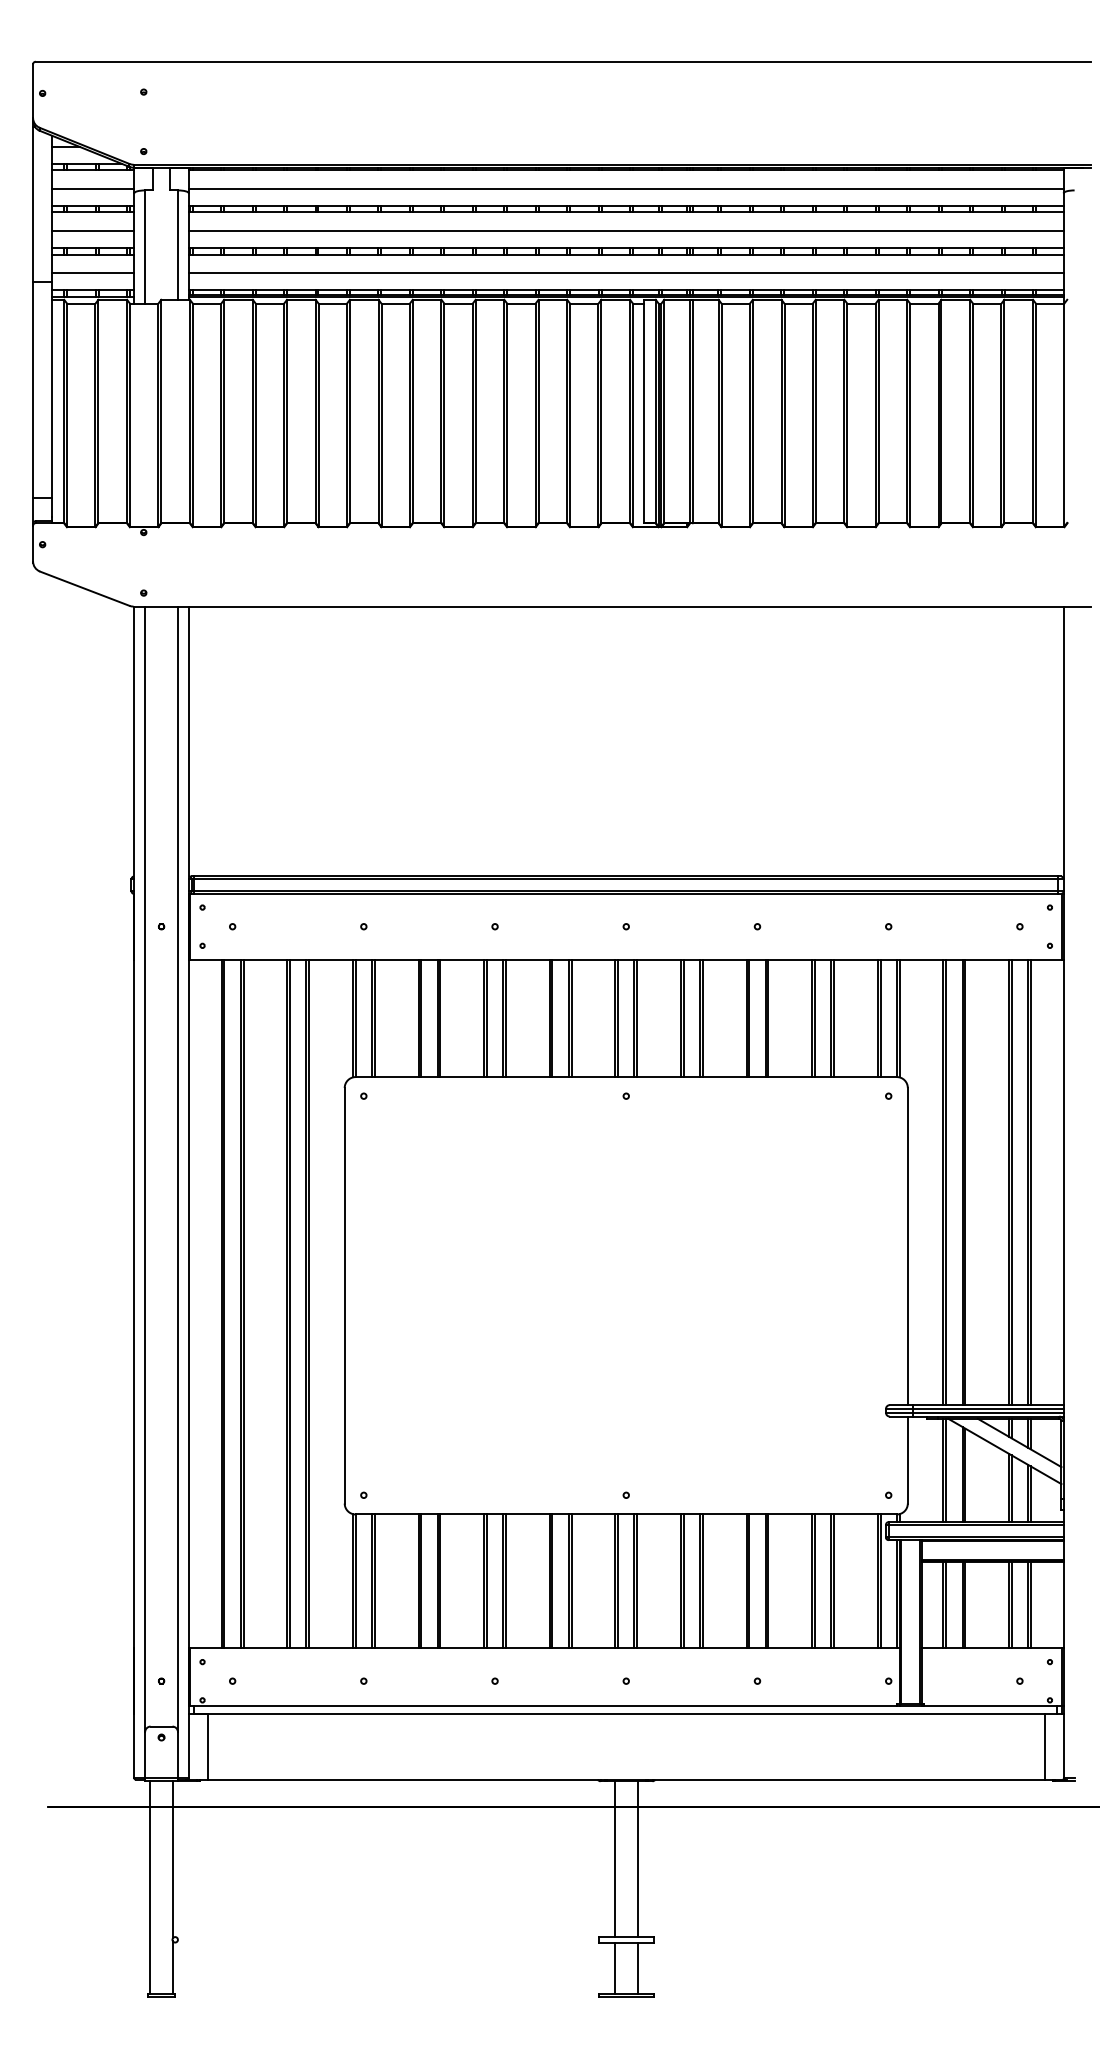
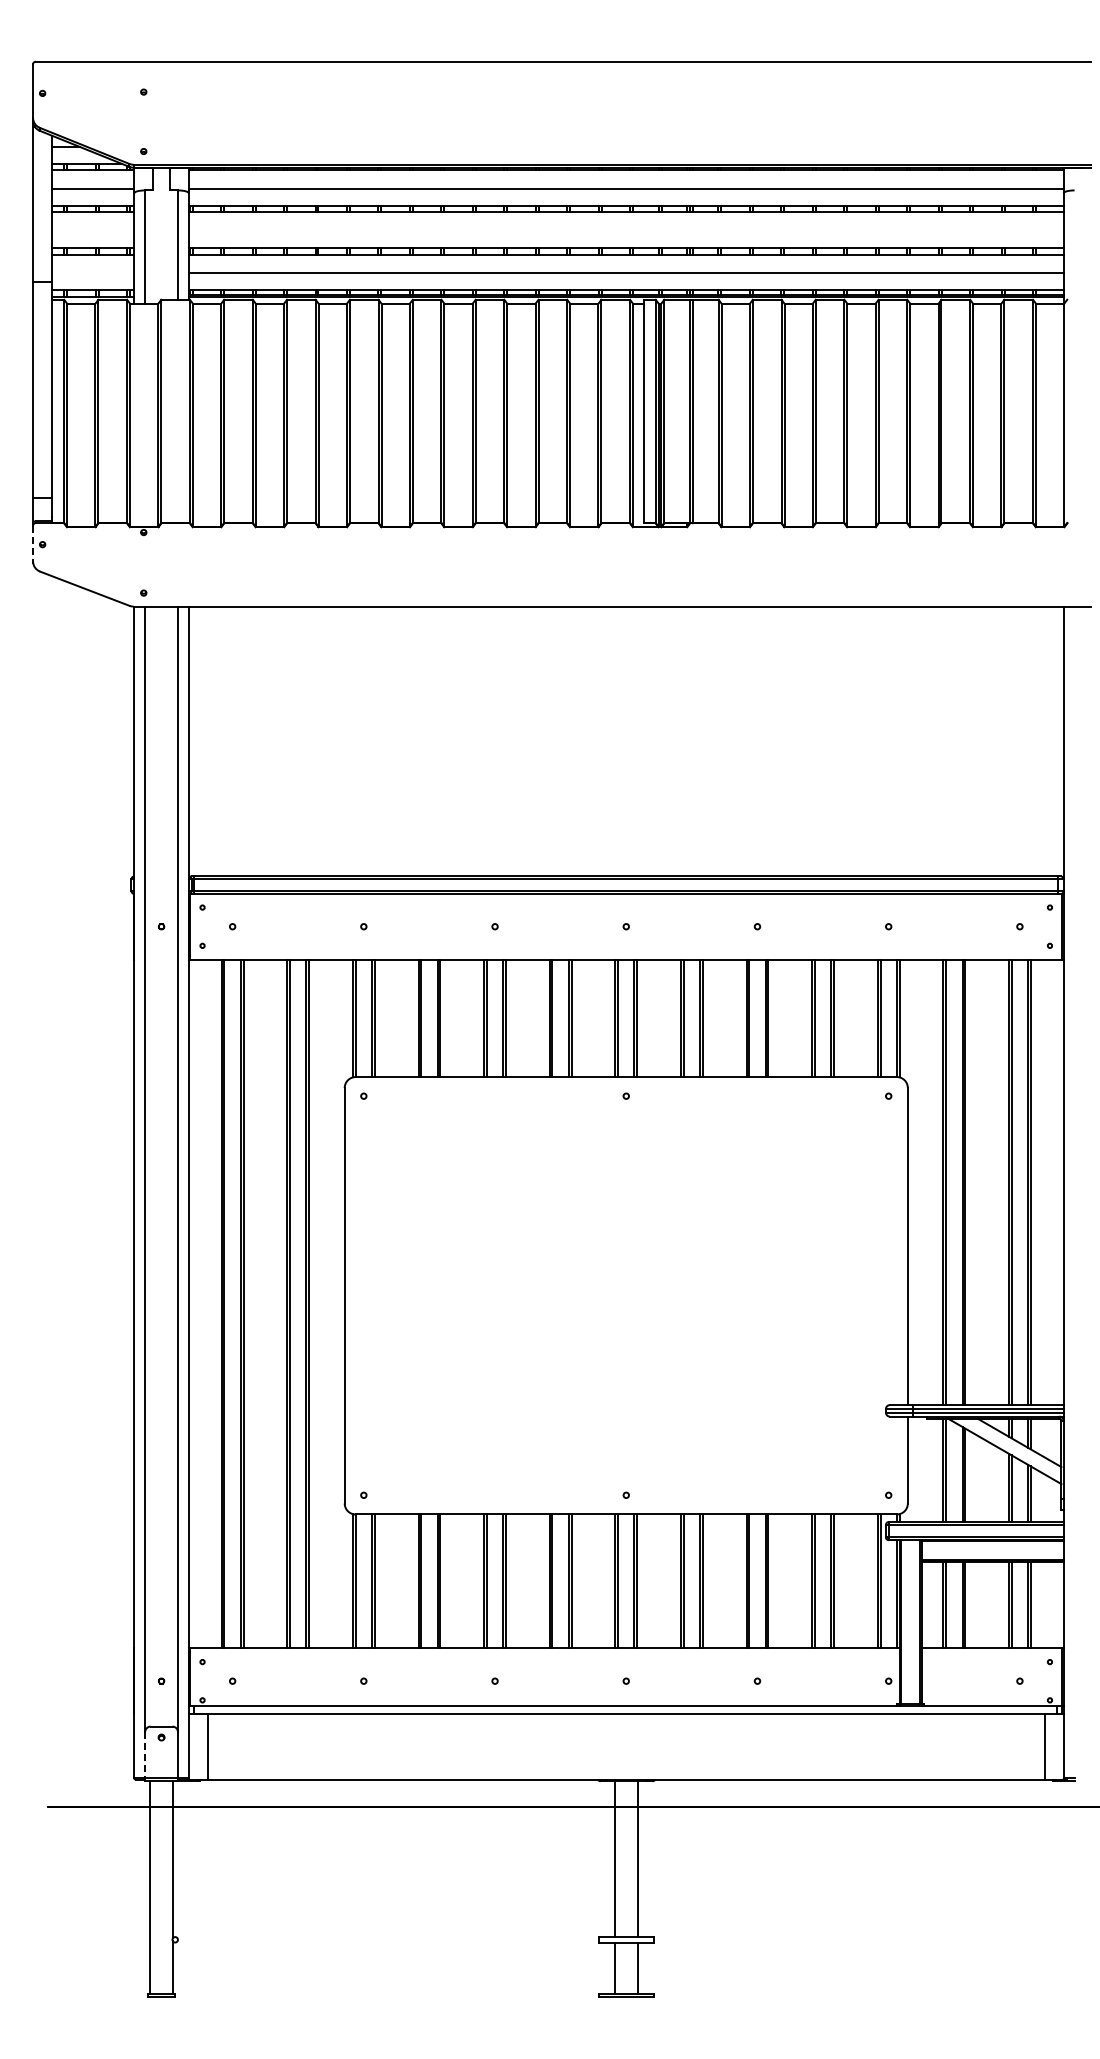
line at (93, 230): present -> none
line at (625, 230): present -> none
line at (93, 273): present -> none
line at (33, 543): solid -> dashed
line at (145, 1755): solid -> dashed
